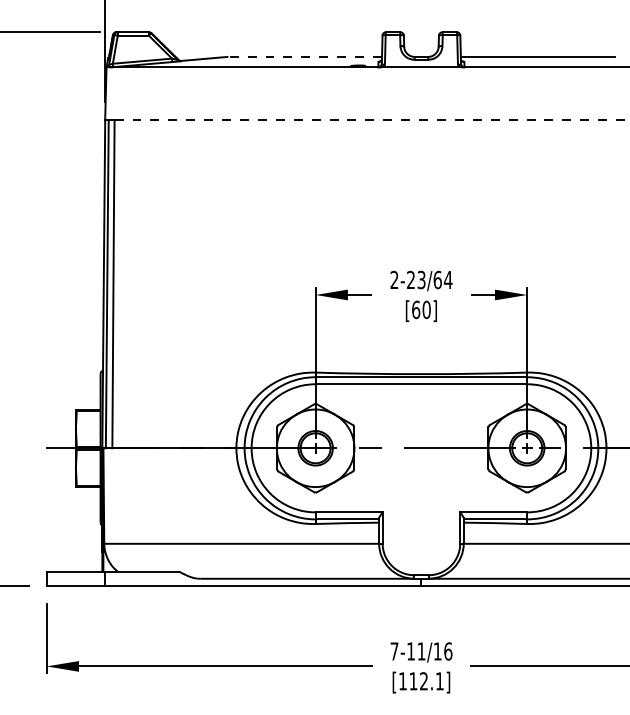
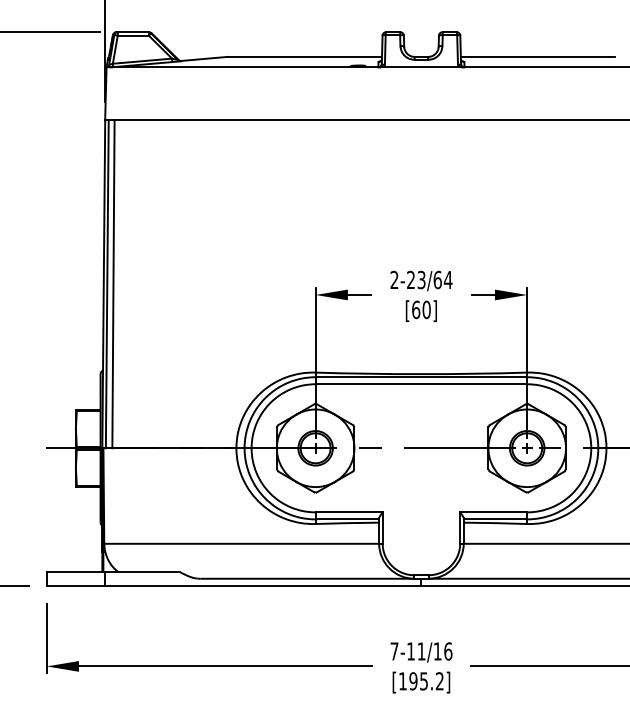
line at (304, 56): dashed -> solid
line at (372, 120): dashed -> solid
text at (426, 681): [112.1] -> [195.2]
